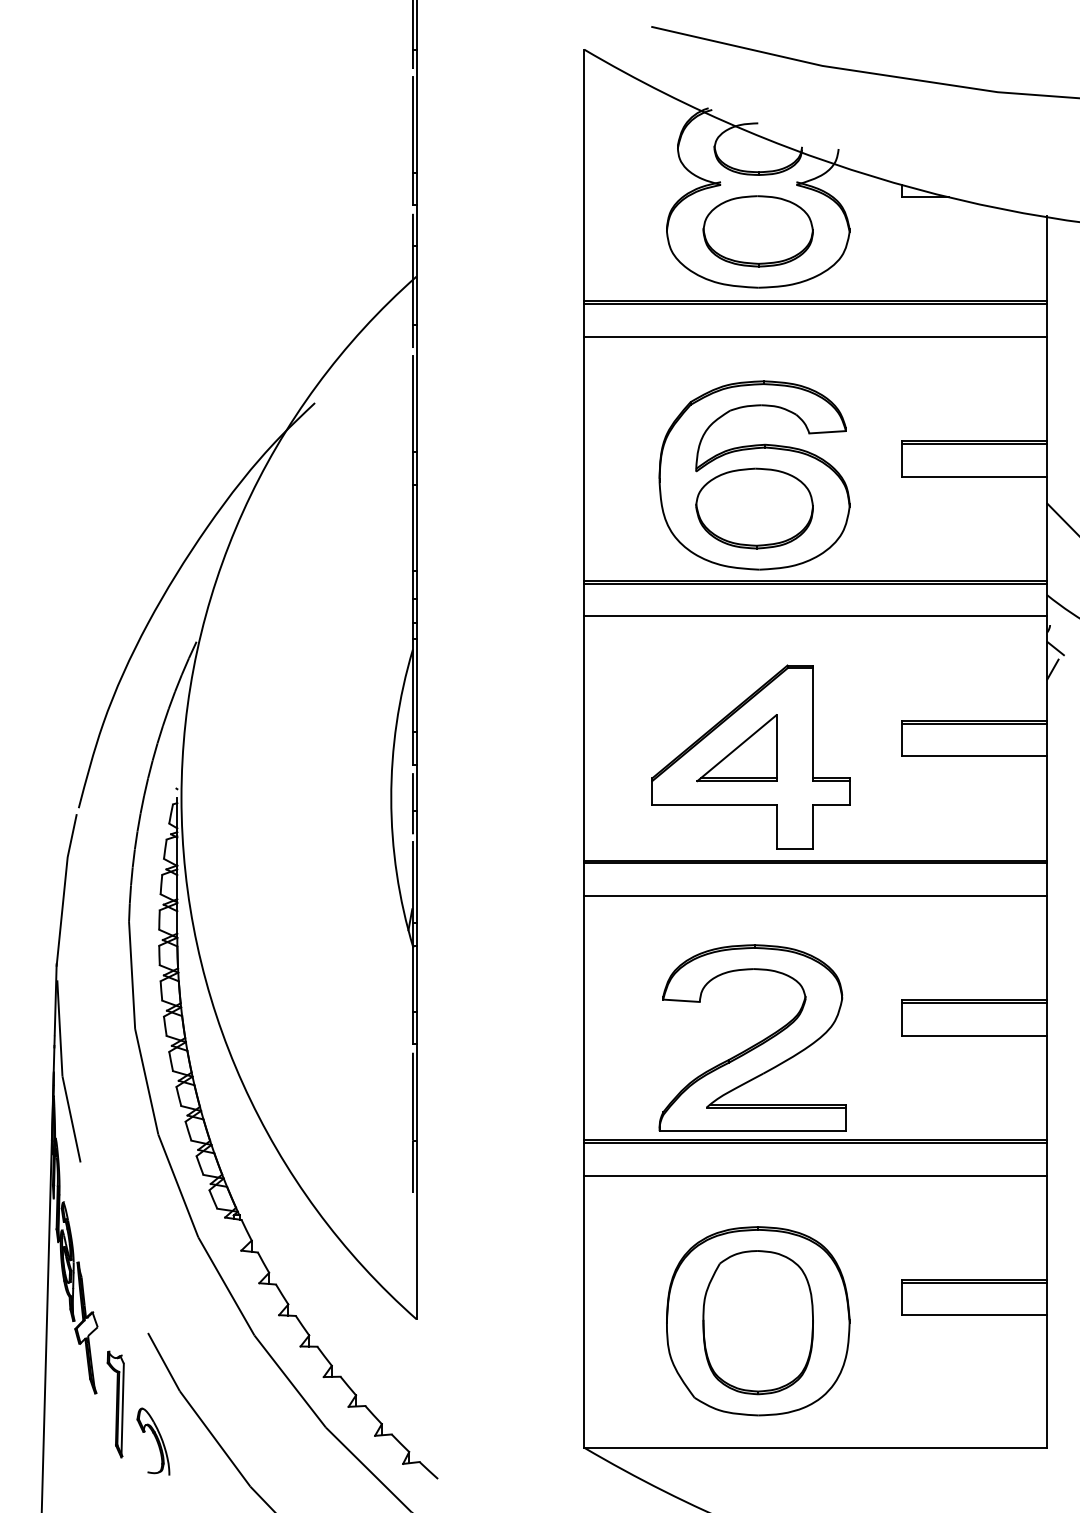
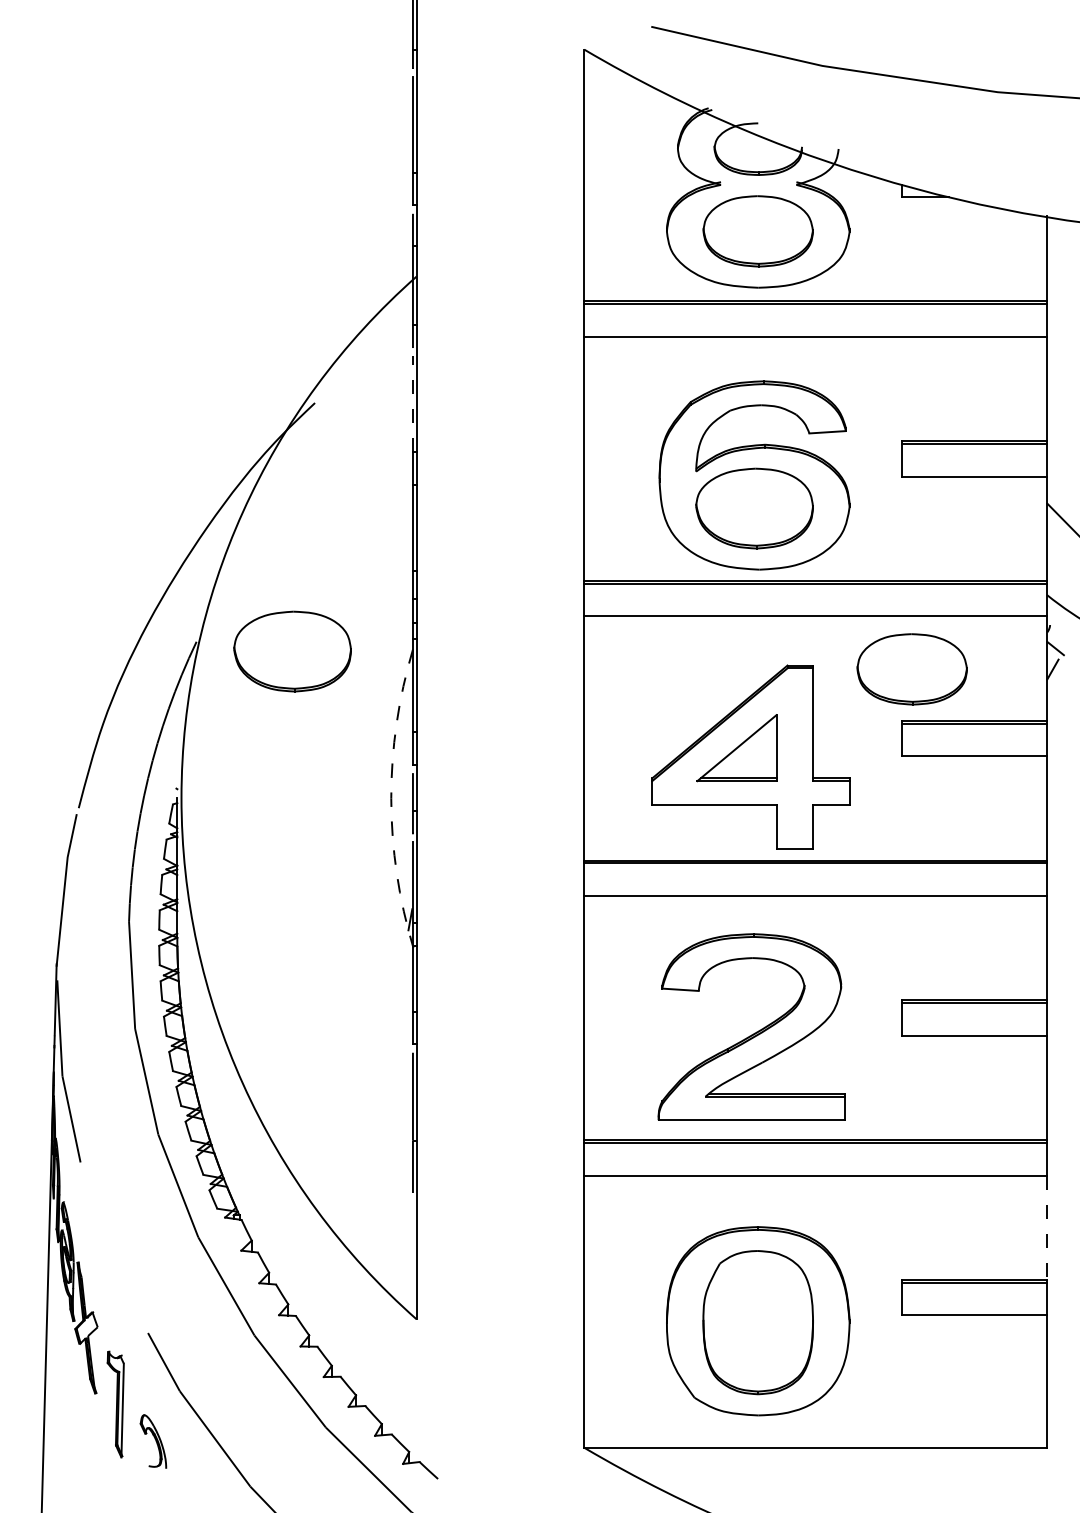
line at (412, 404): solid -> dashed
part at (292, 651): none -> present
part at (911, 669): none -> present
arc at (391, 798): solid -> dashed
part at (755, 1043) position: (755, 1043) -> (754, 1032)
line at (1047, 1228): solid -> dashed
part at (153, 1441) size: 35x69 px -> 29x55 px
